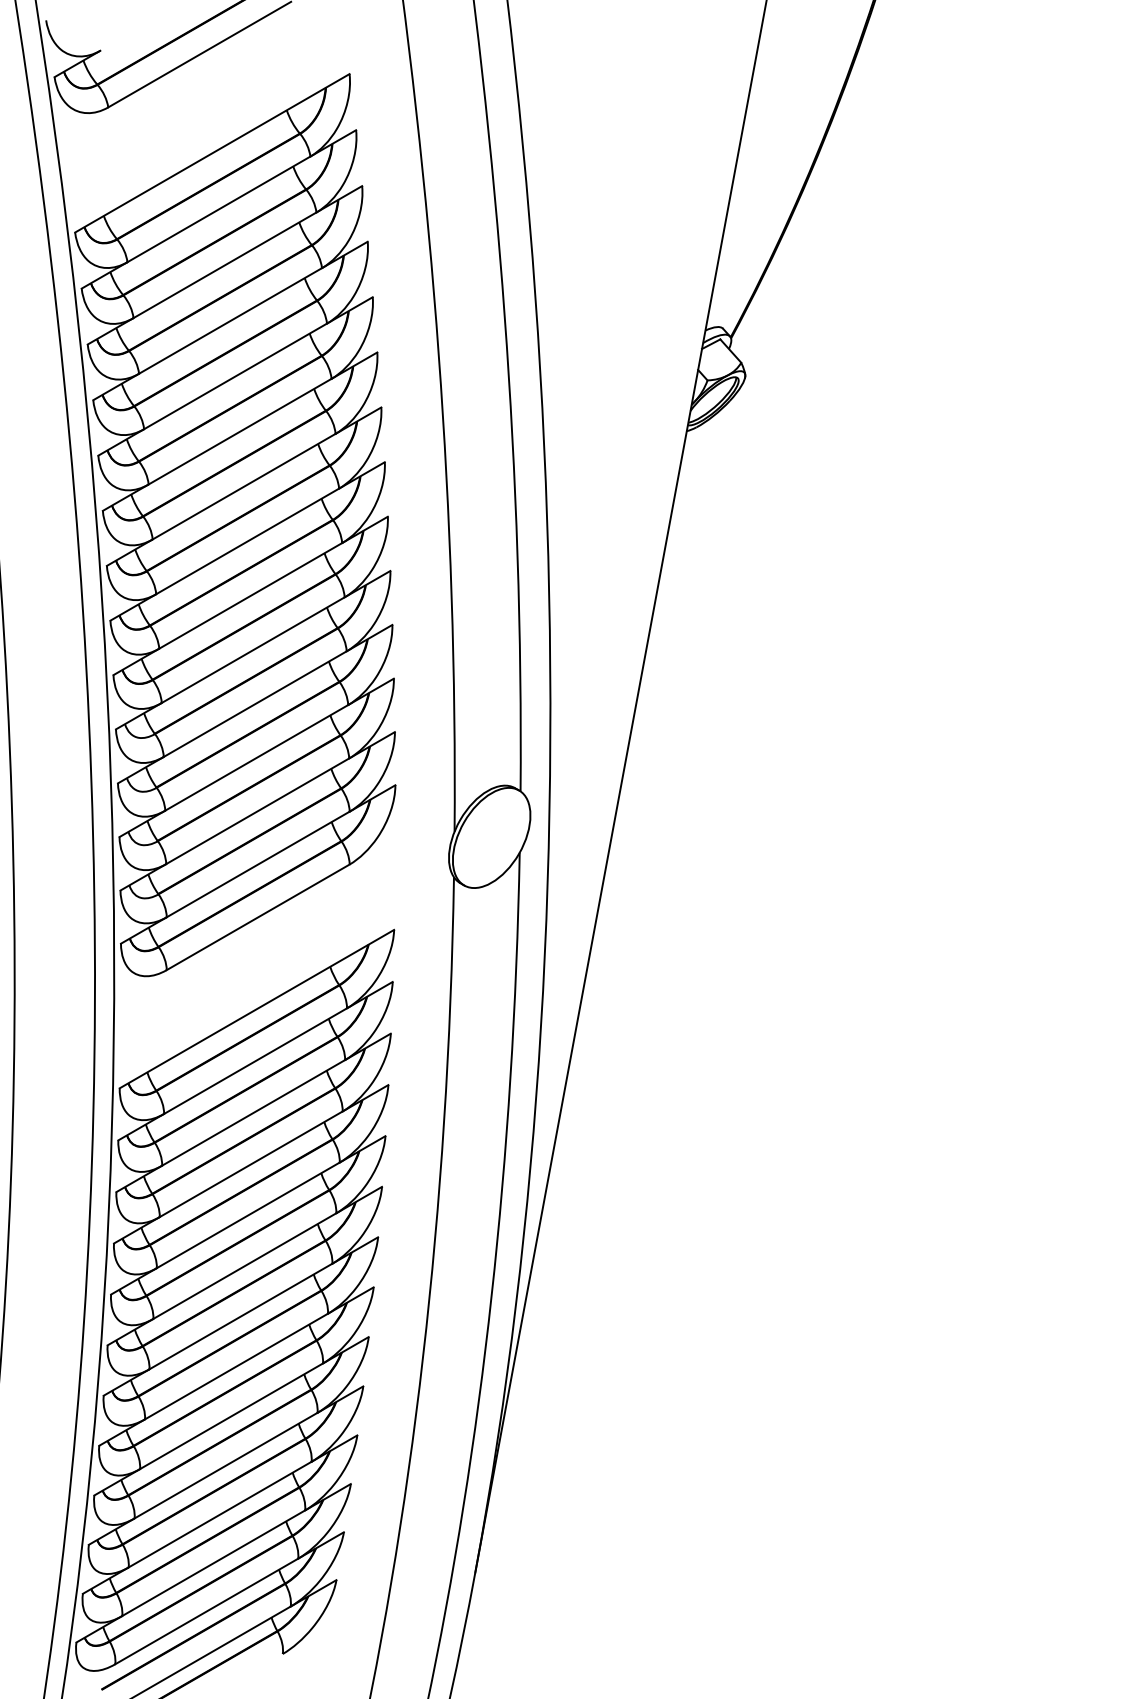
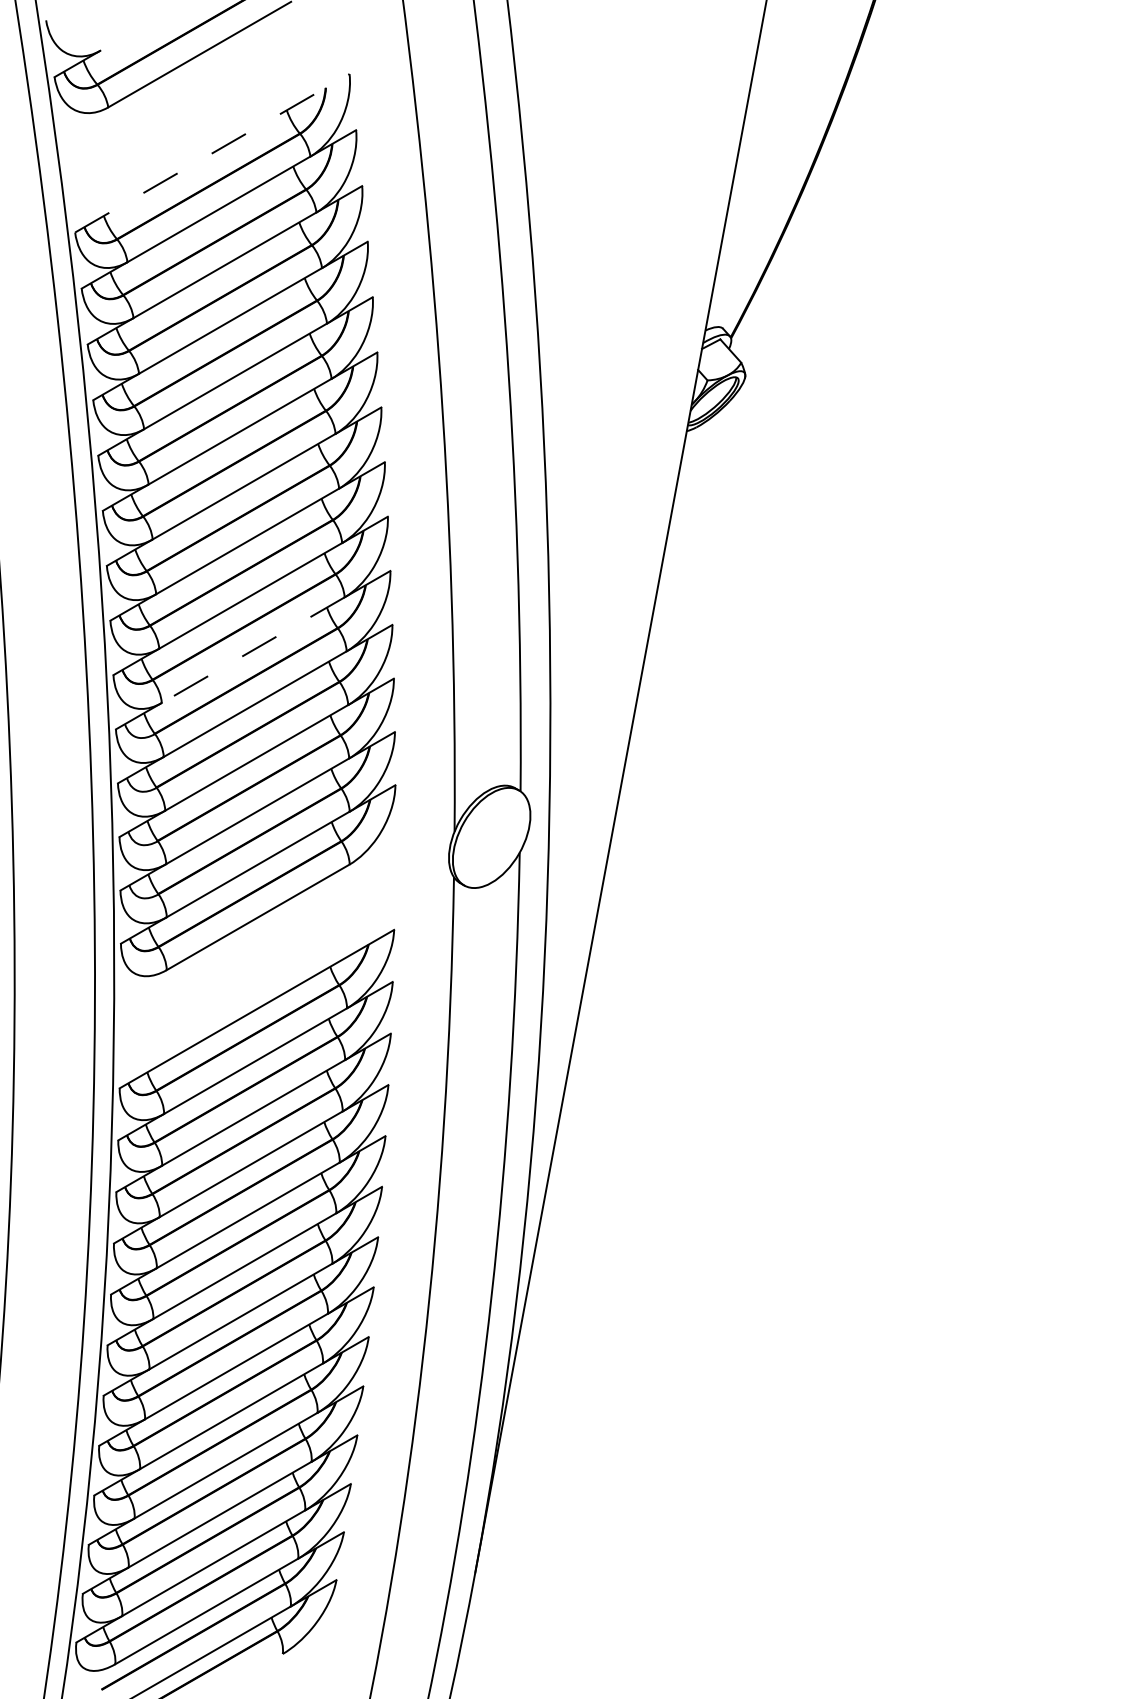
line at (212, 153): solid -> dashed
line at (253, 650): solid -> dashed
